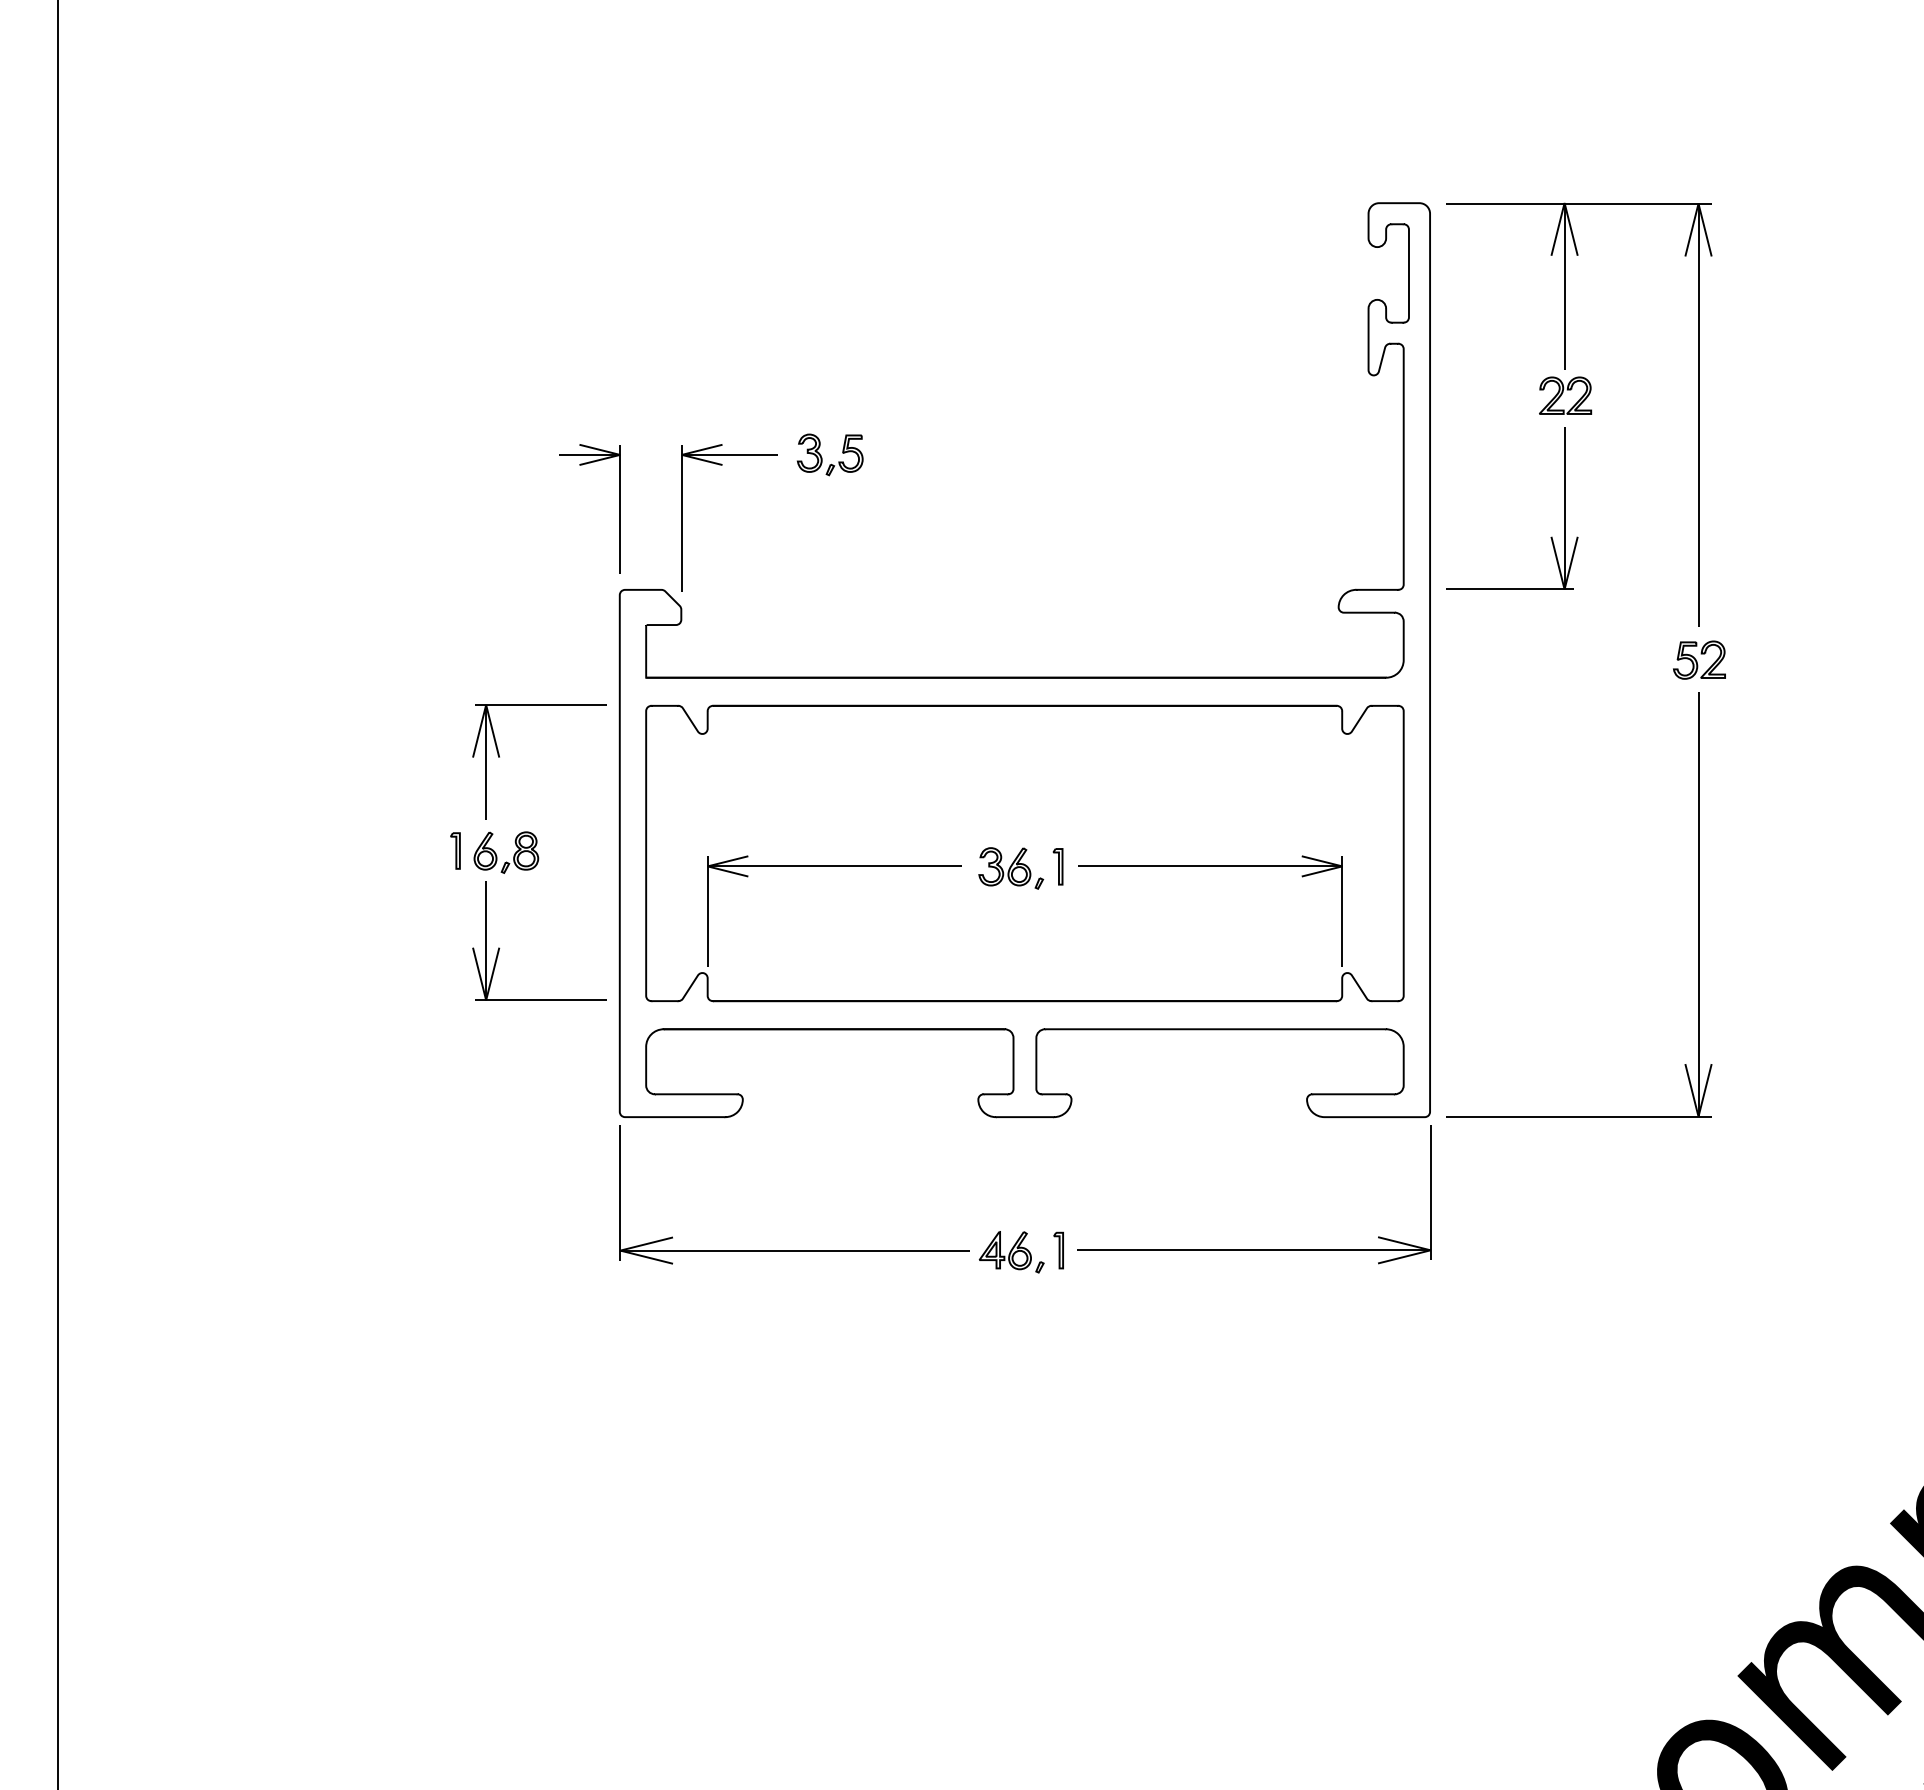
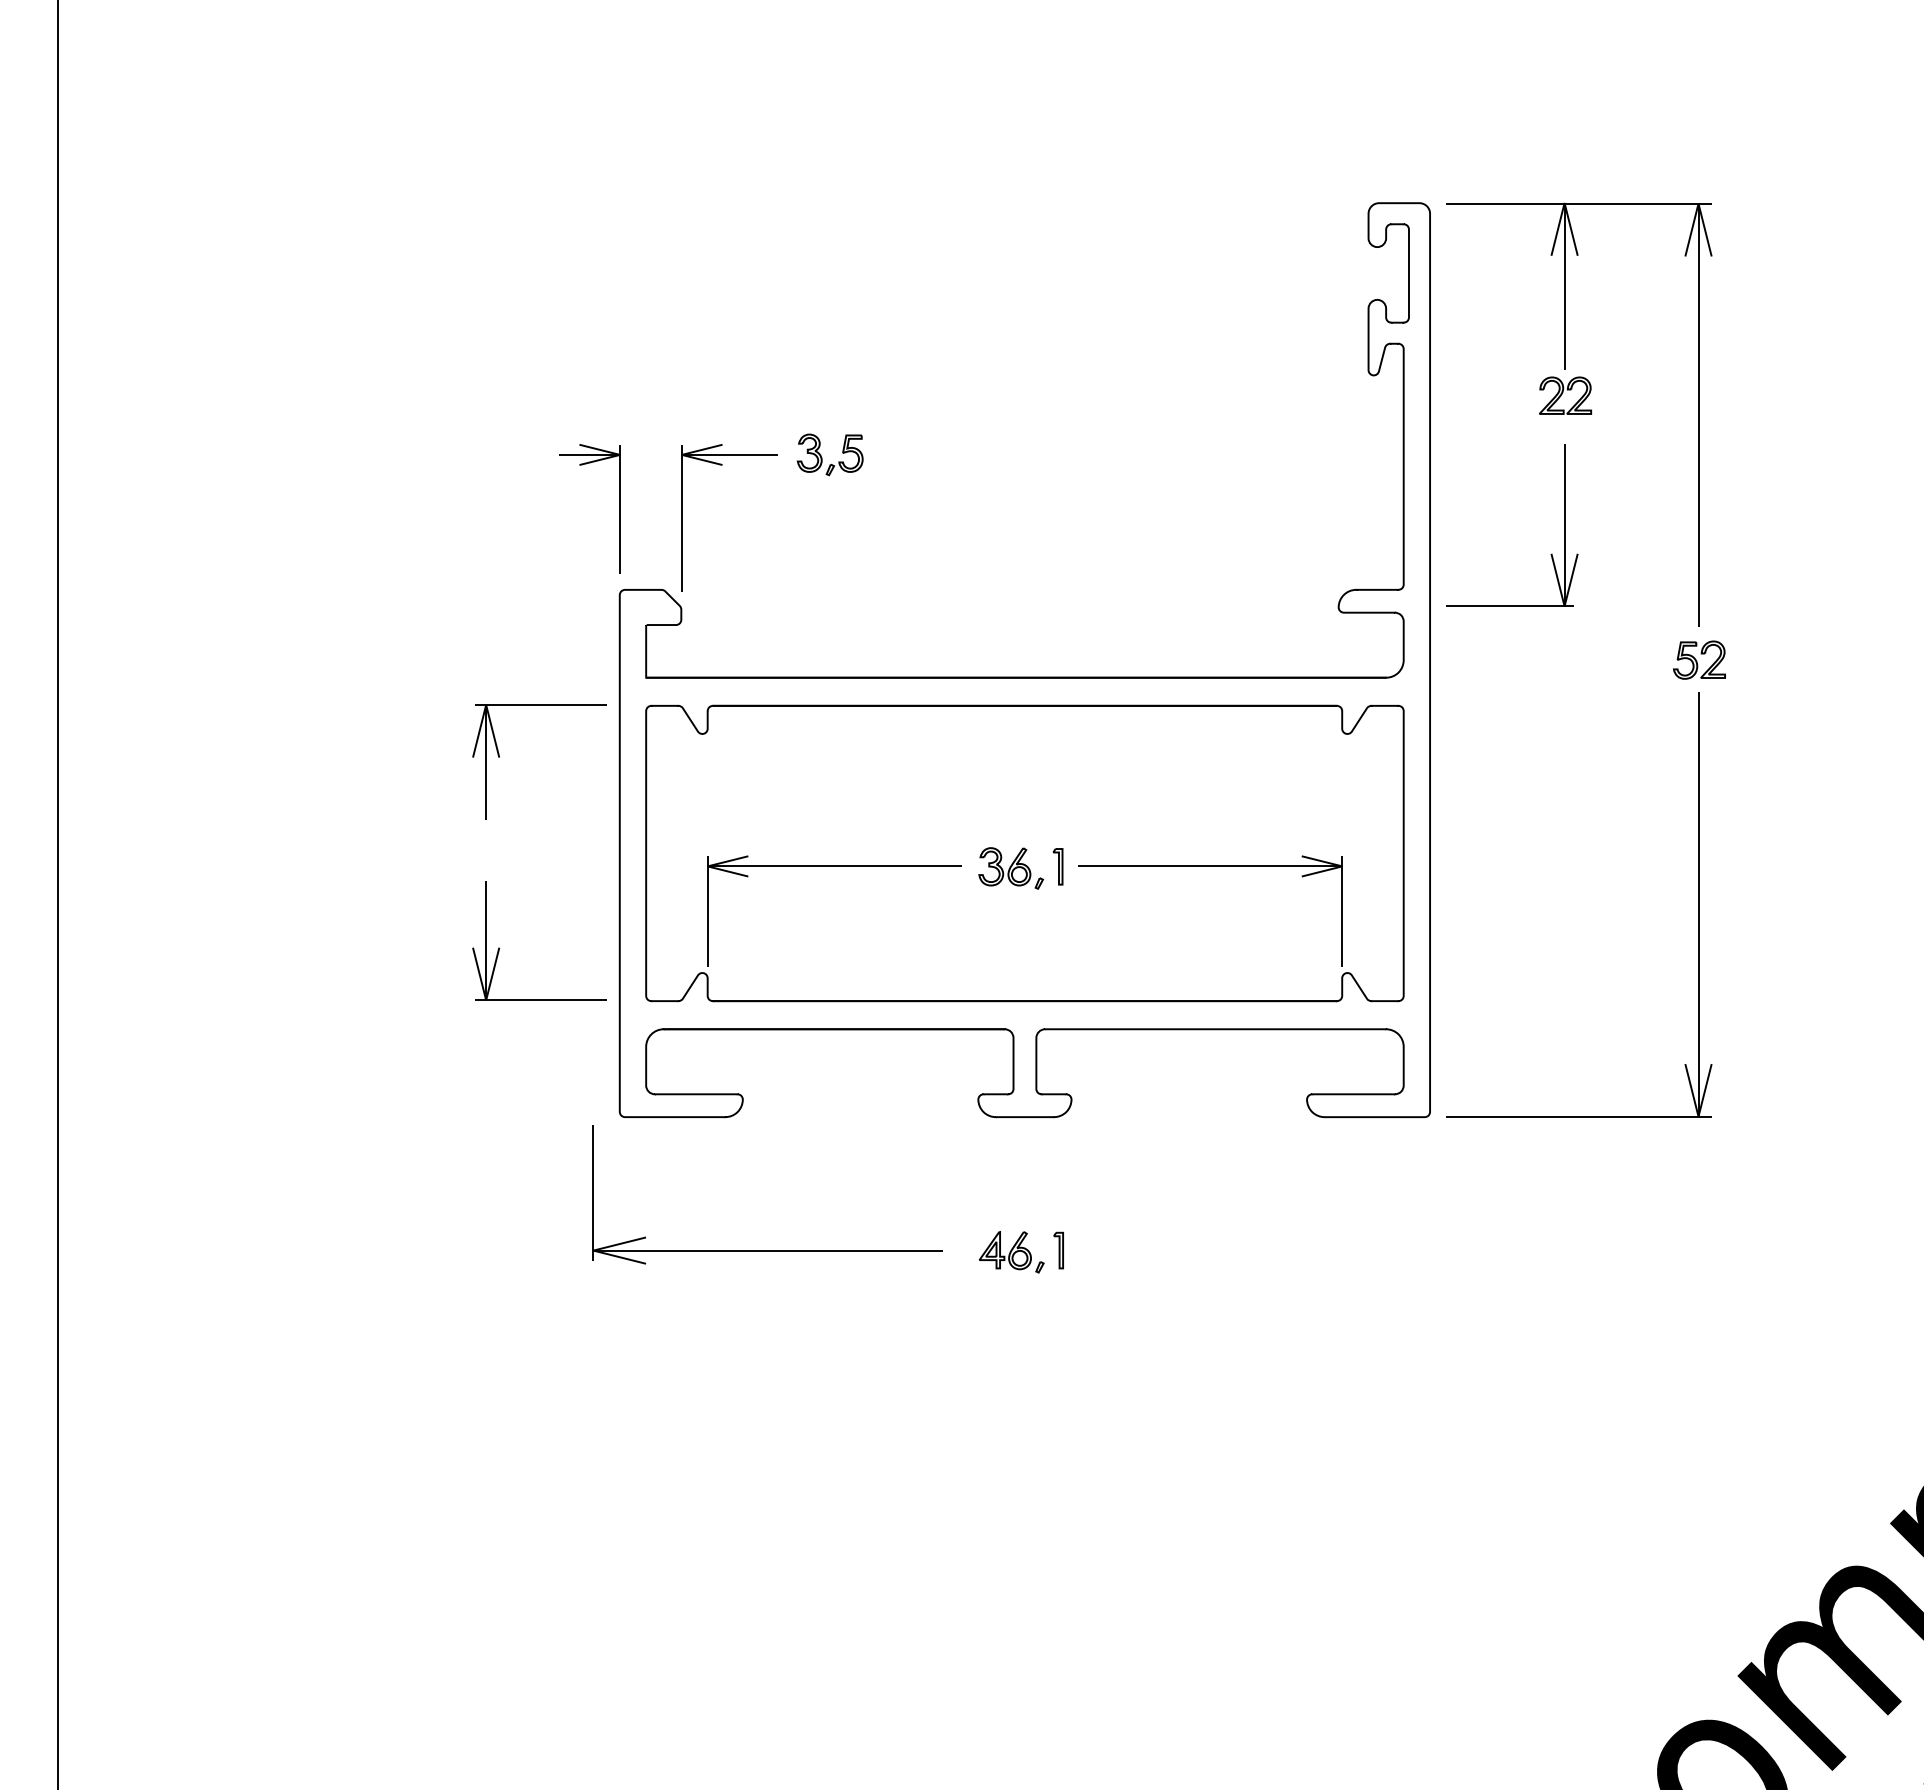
part at (1550, 537) position: (1550, 537) -> (1550, 554)
part at (455, 850): present -> none
part at (513, 855): present -> none
part at (1254, 1249): present -> none
part at (794, 1250) position: (794, 1250) -> (767, 1250)
